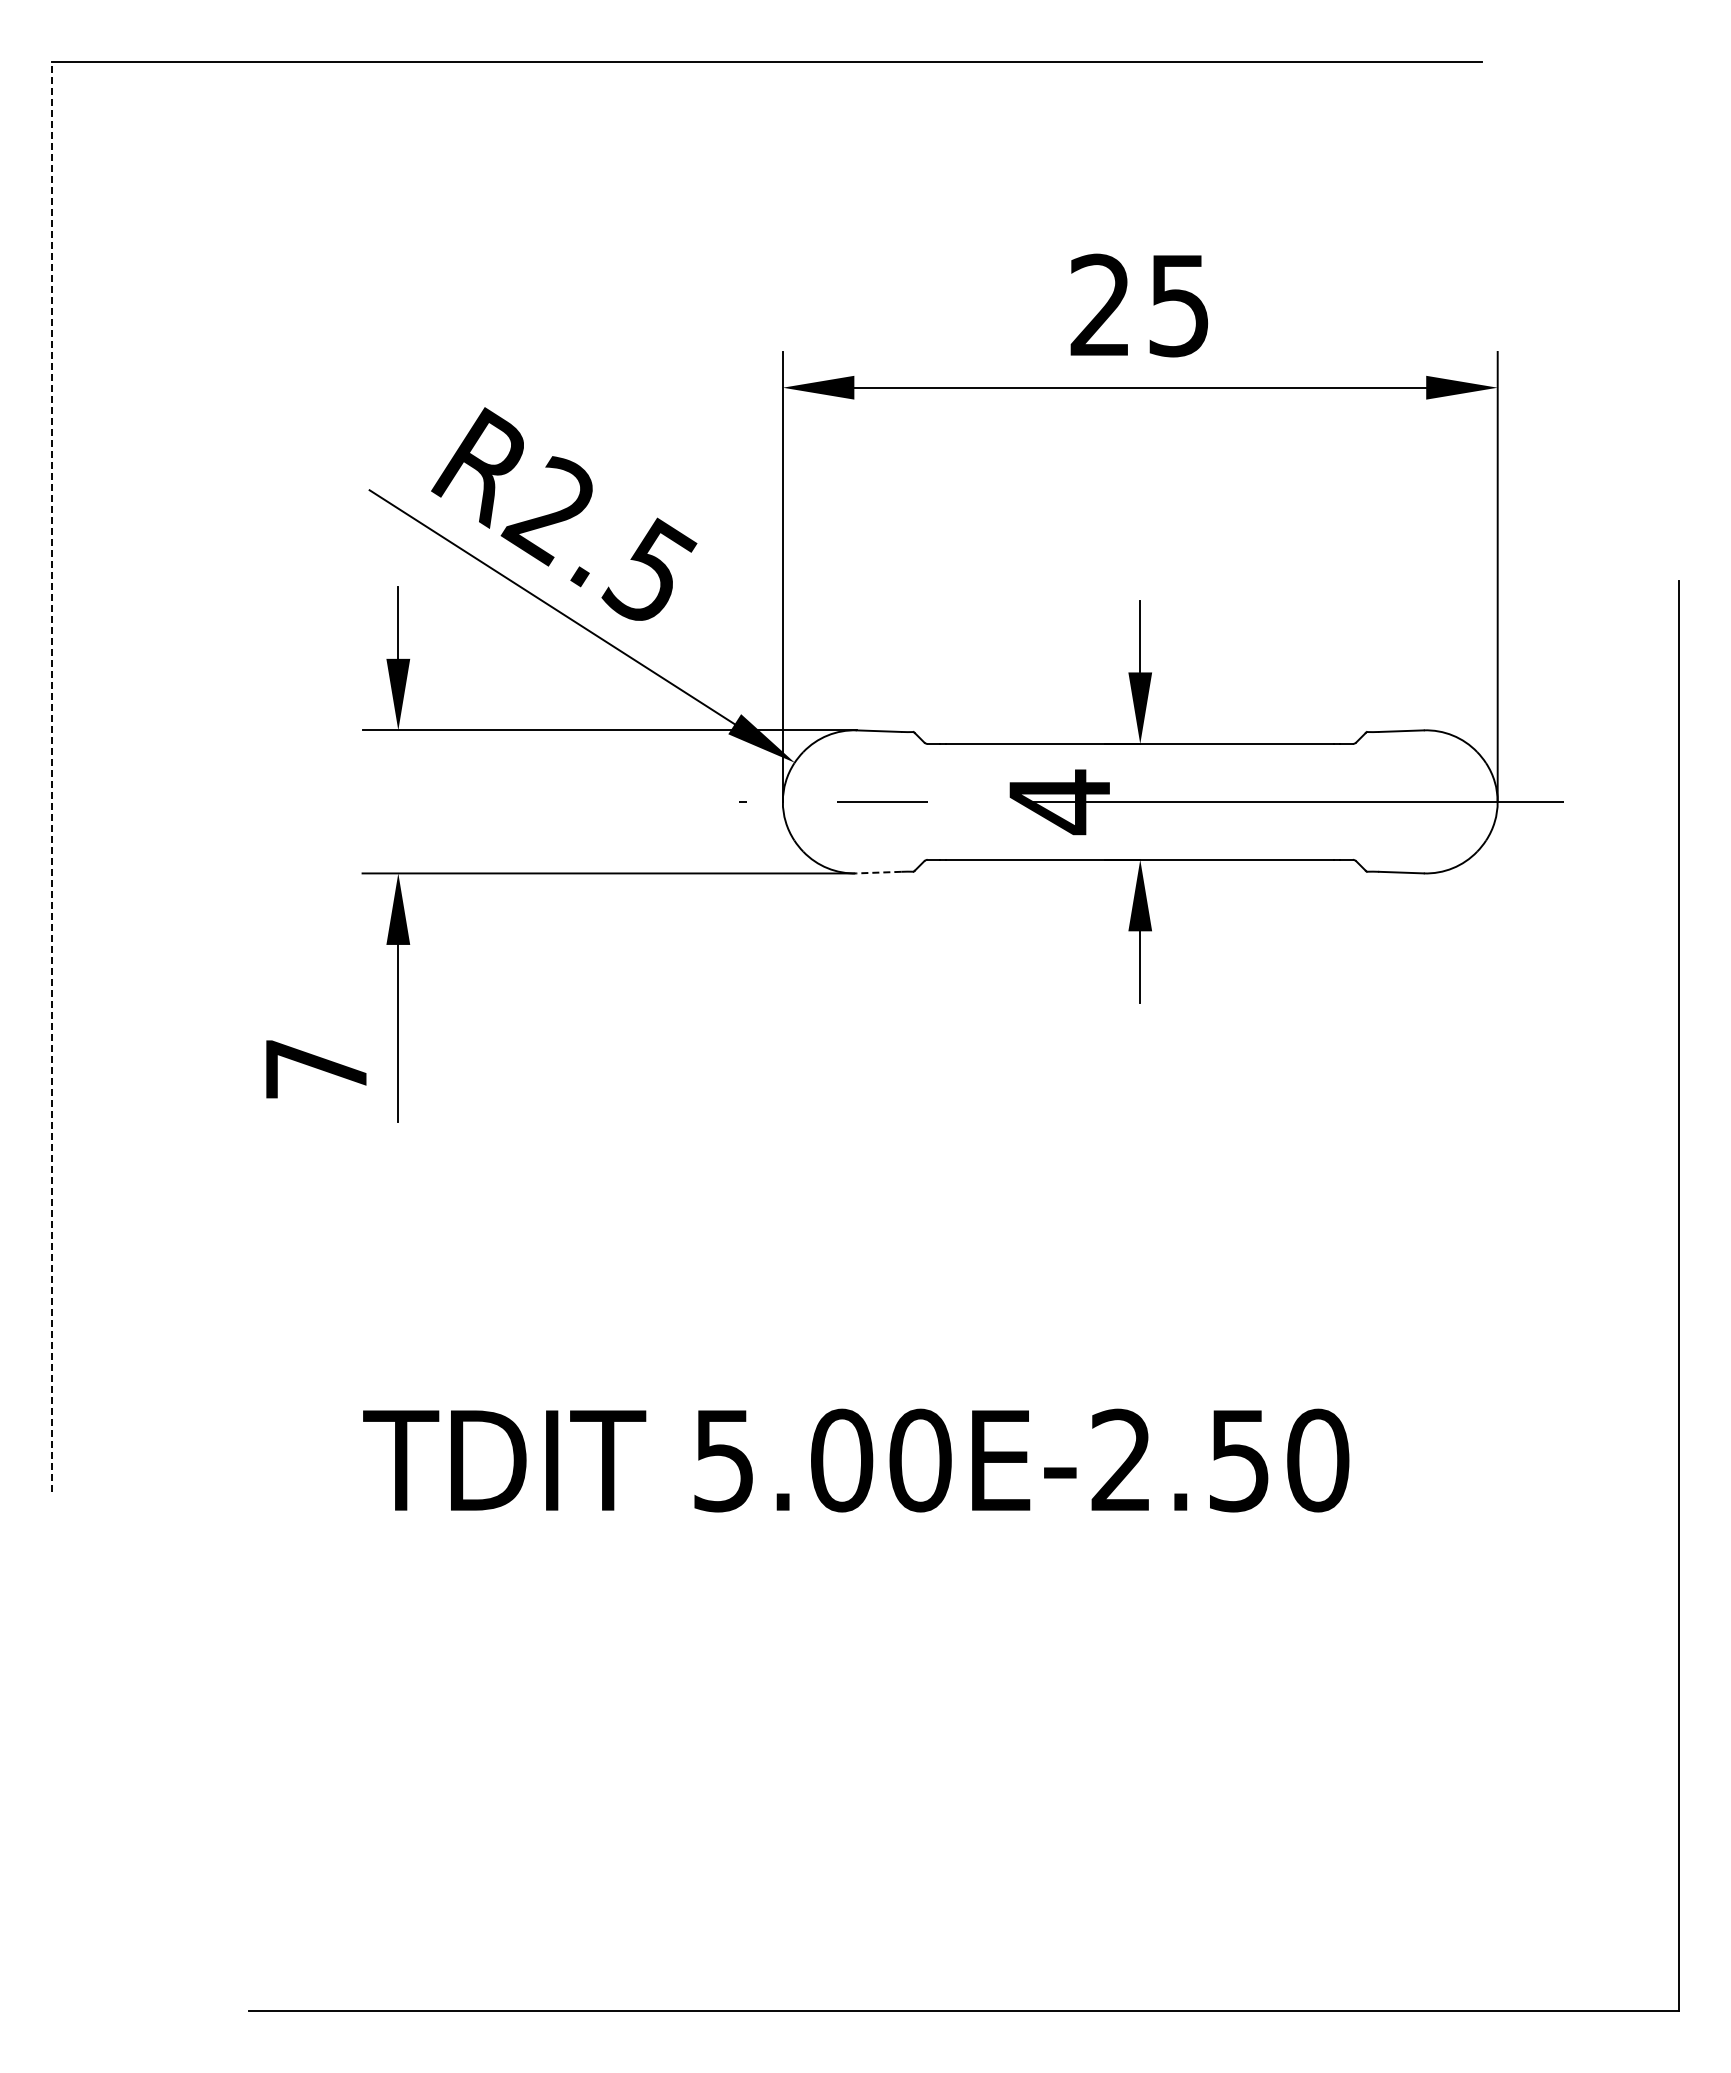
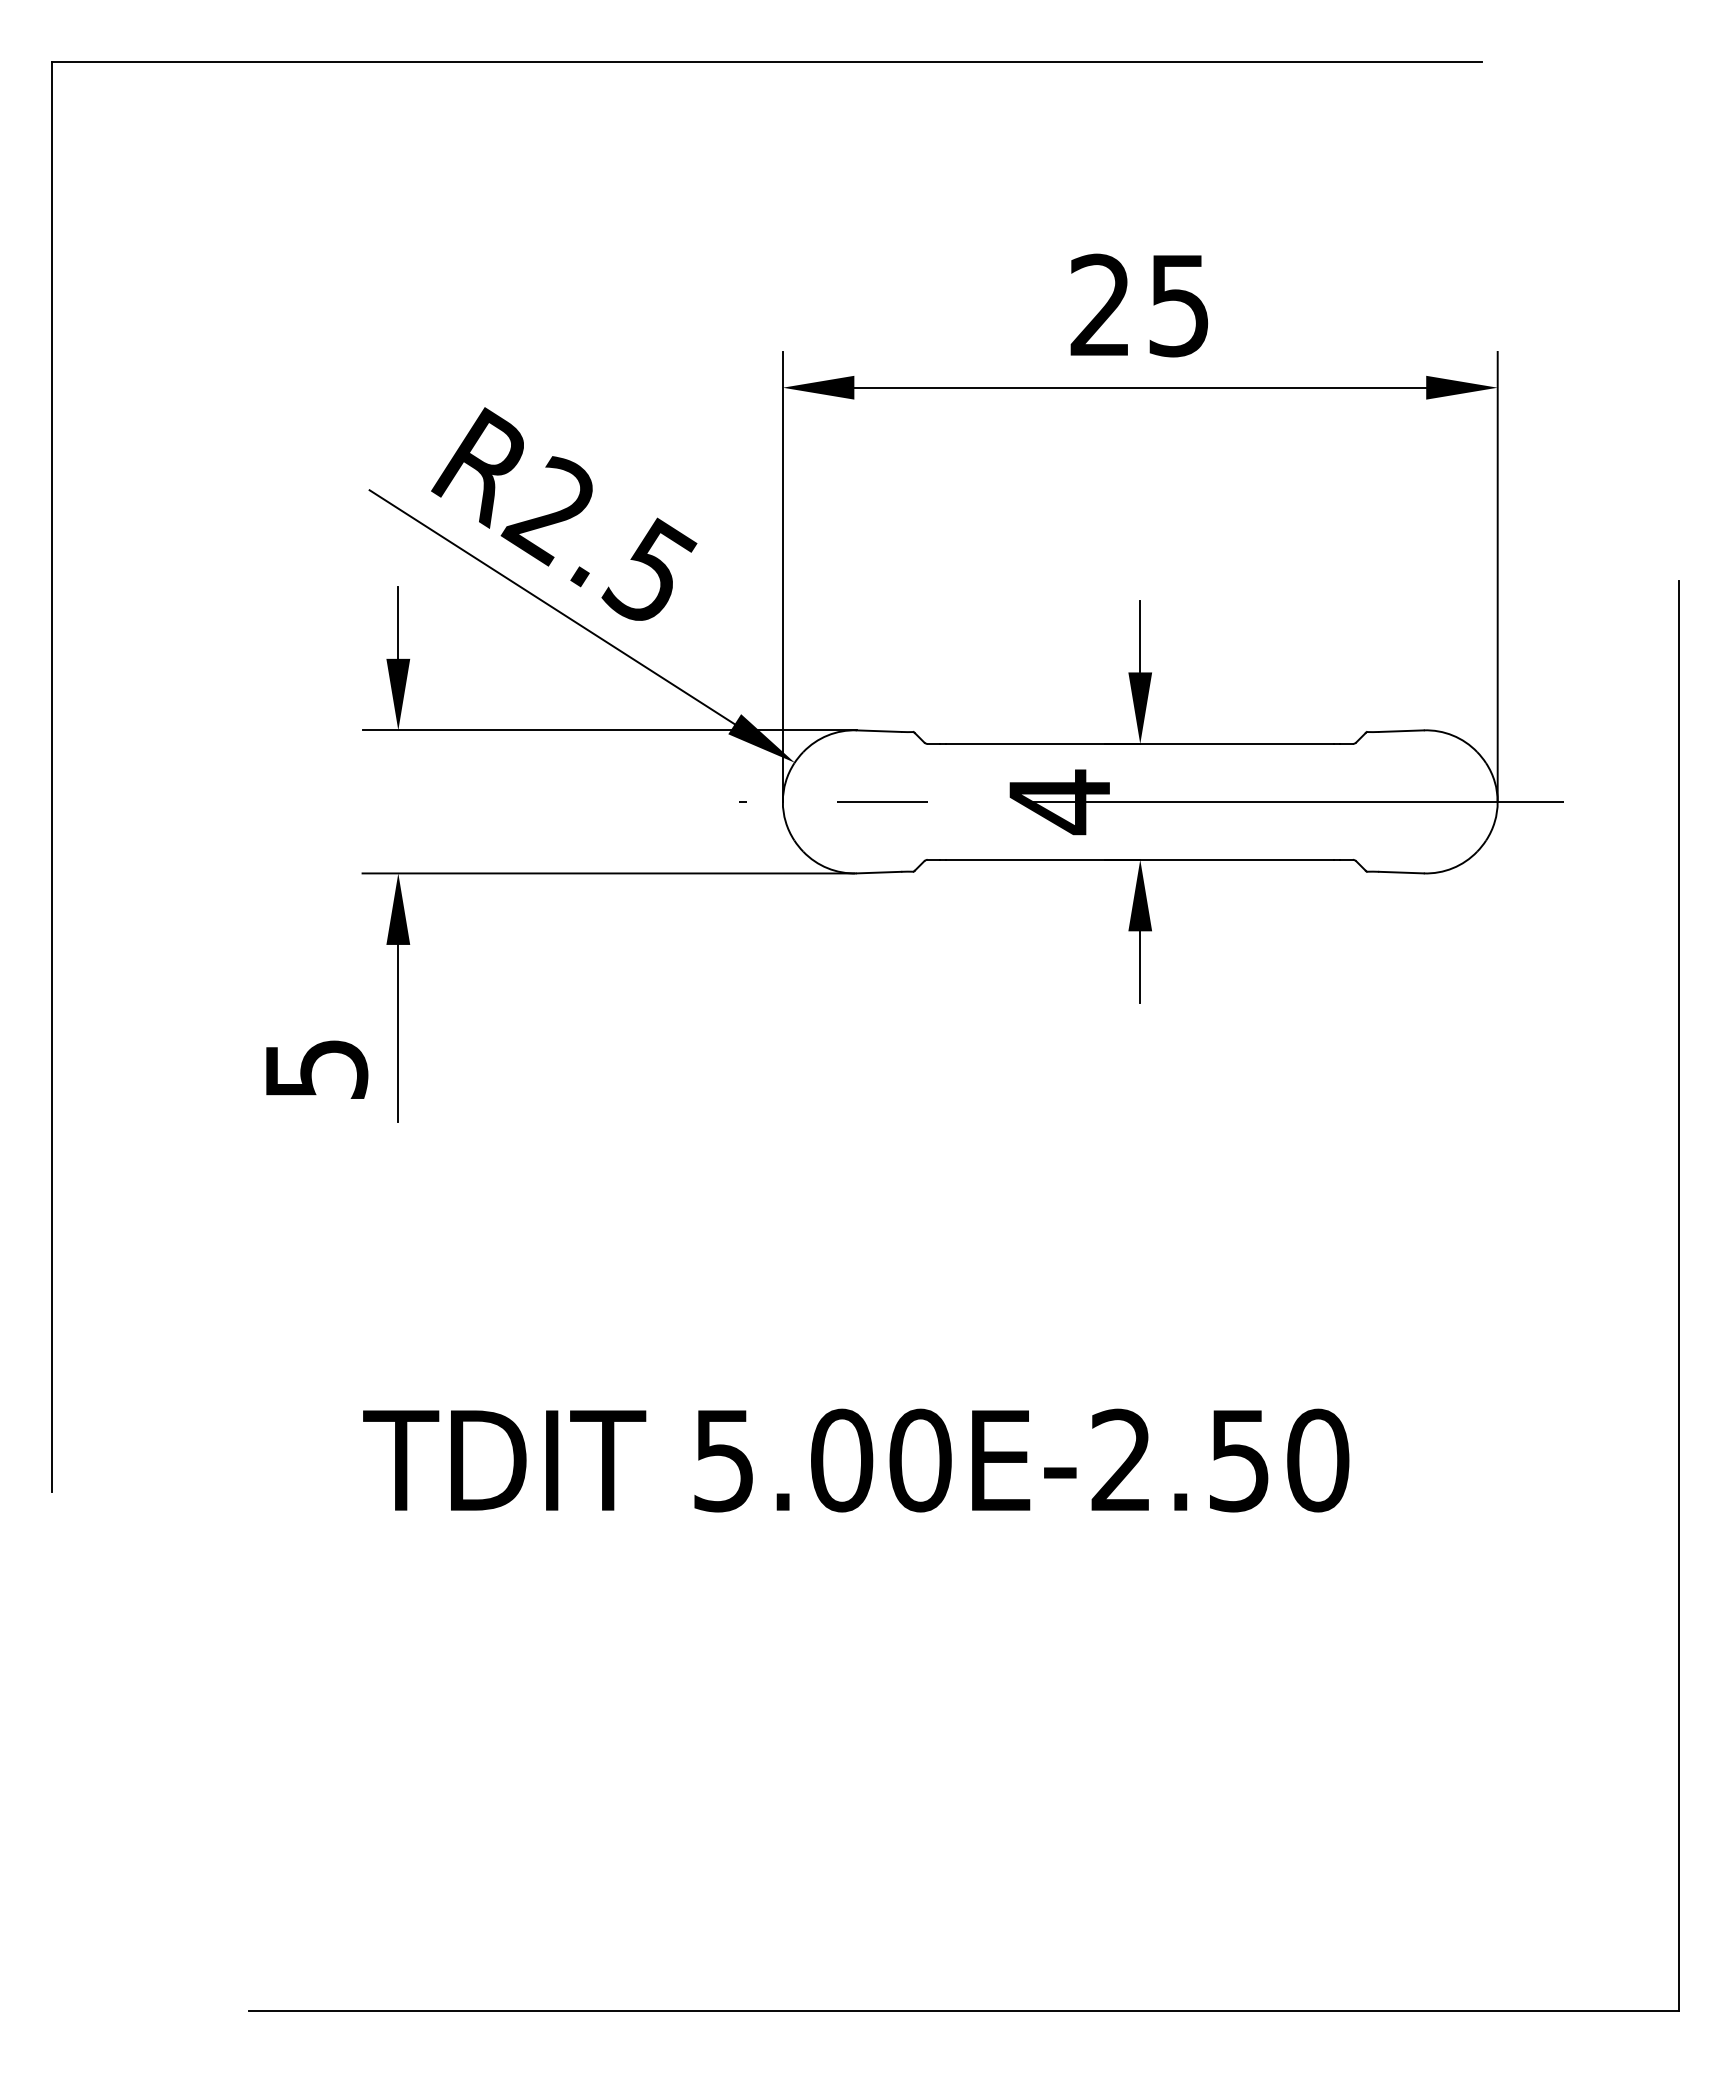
line at (52, 776): dashed -> solid
line at (878, 872): dashed -> solid
text at (317, 1069): 7 -> 5
